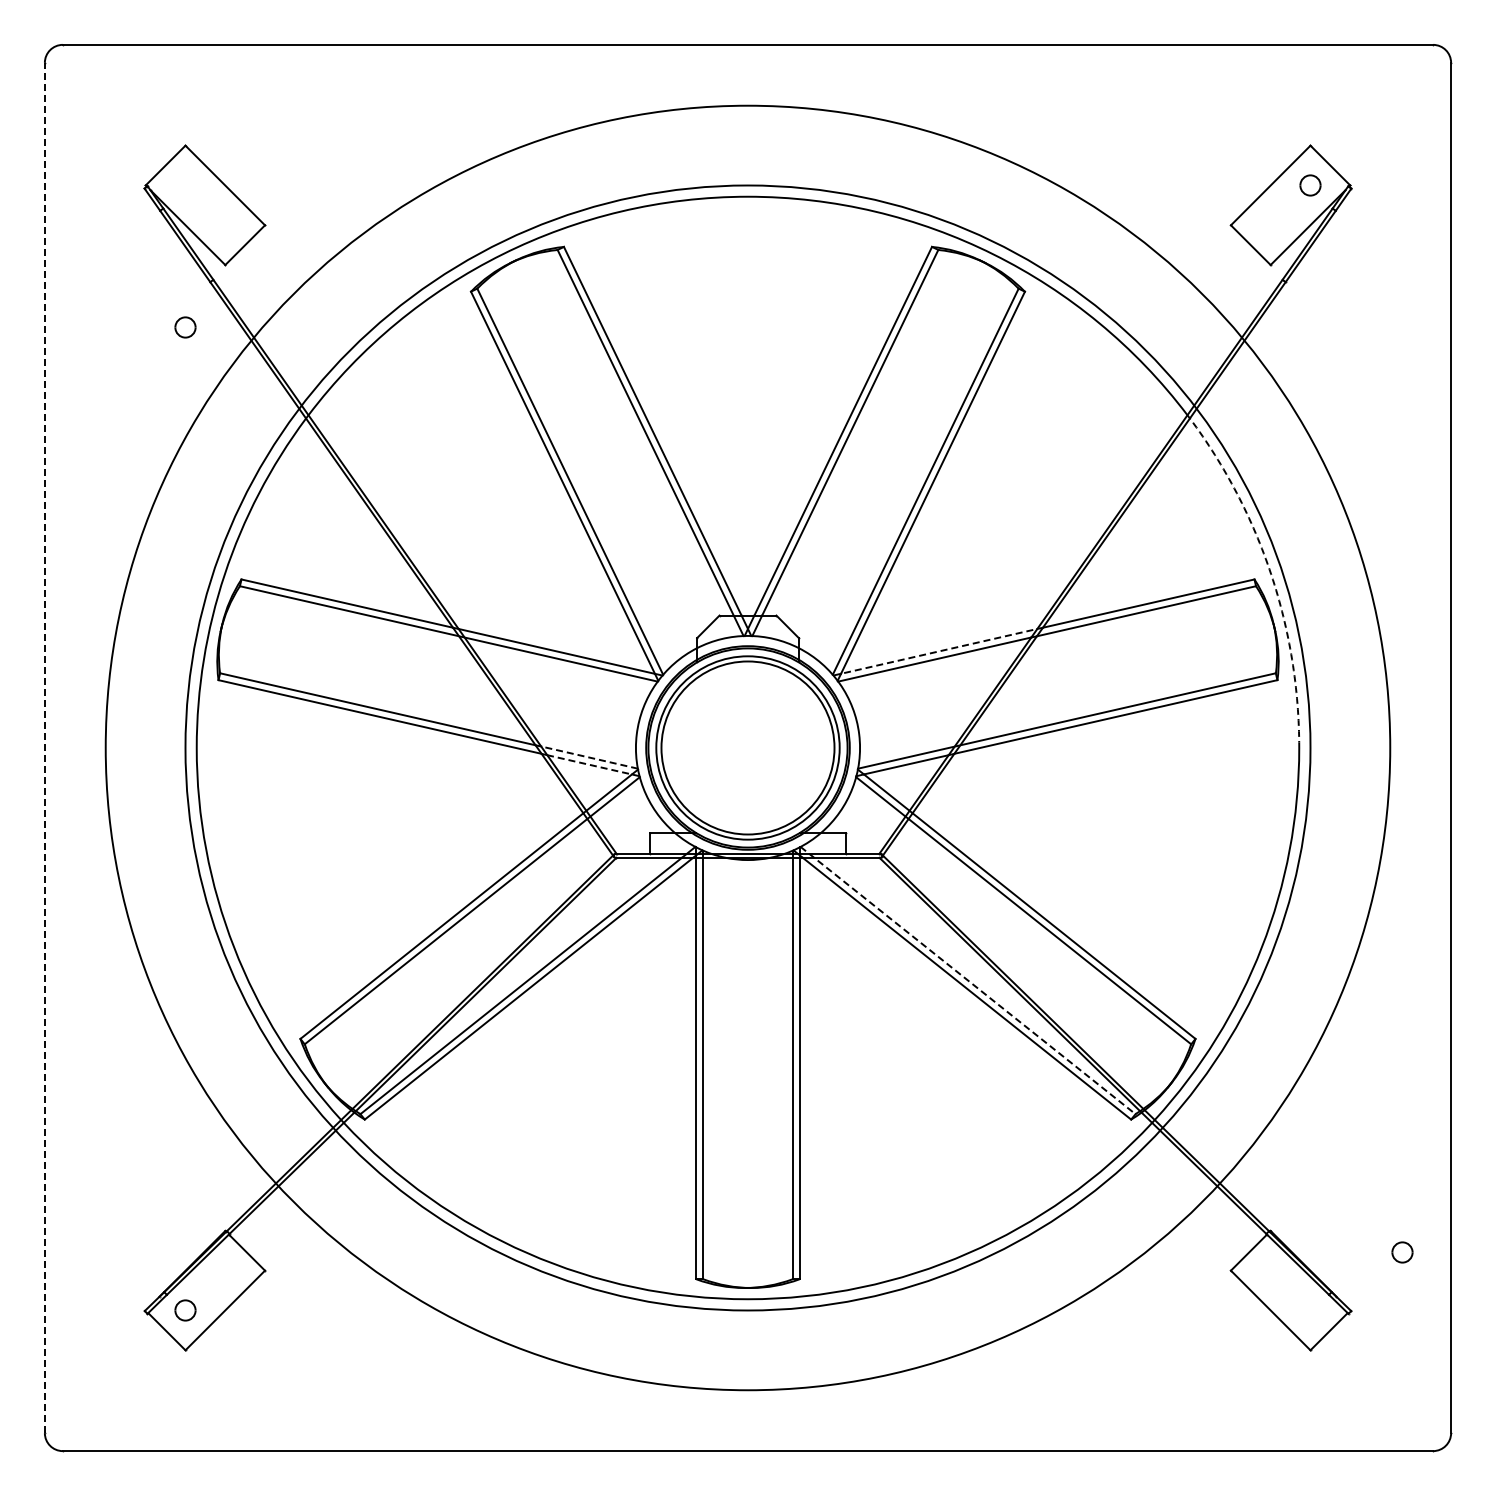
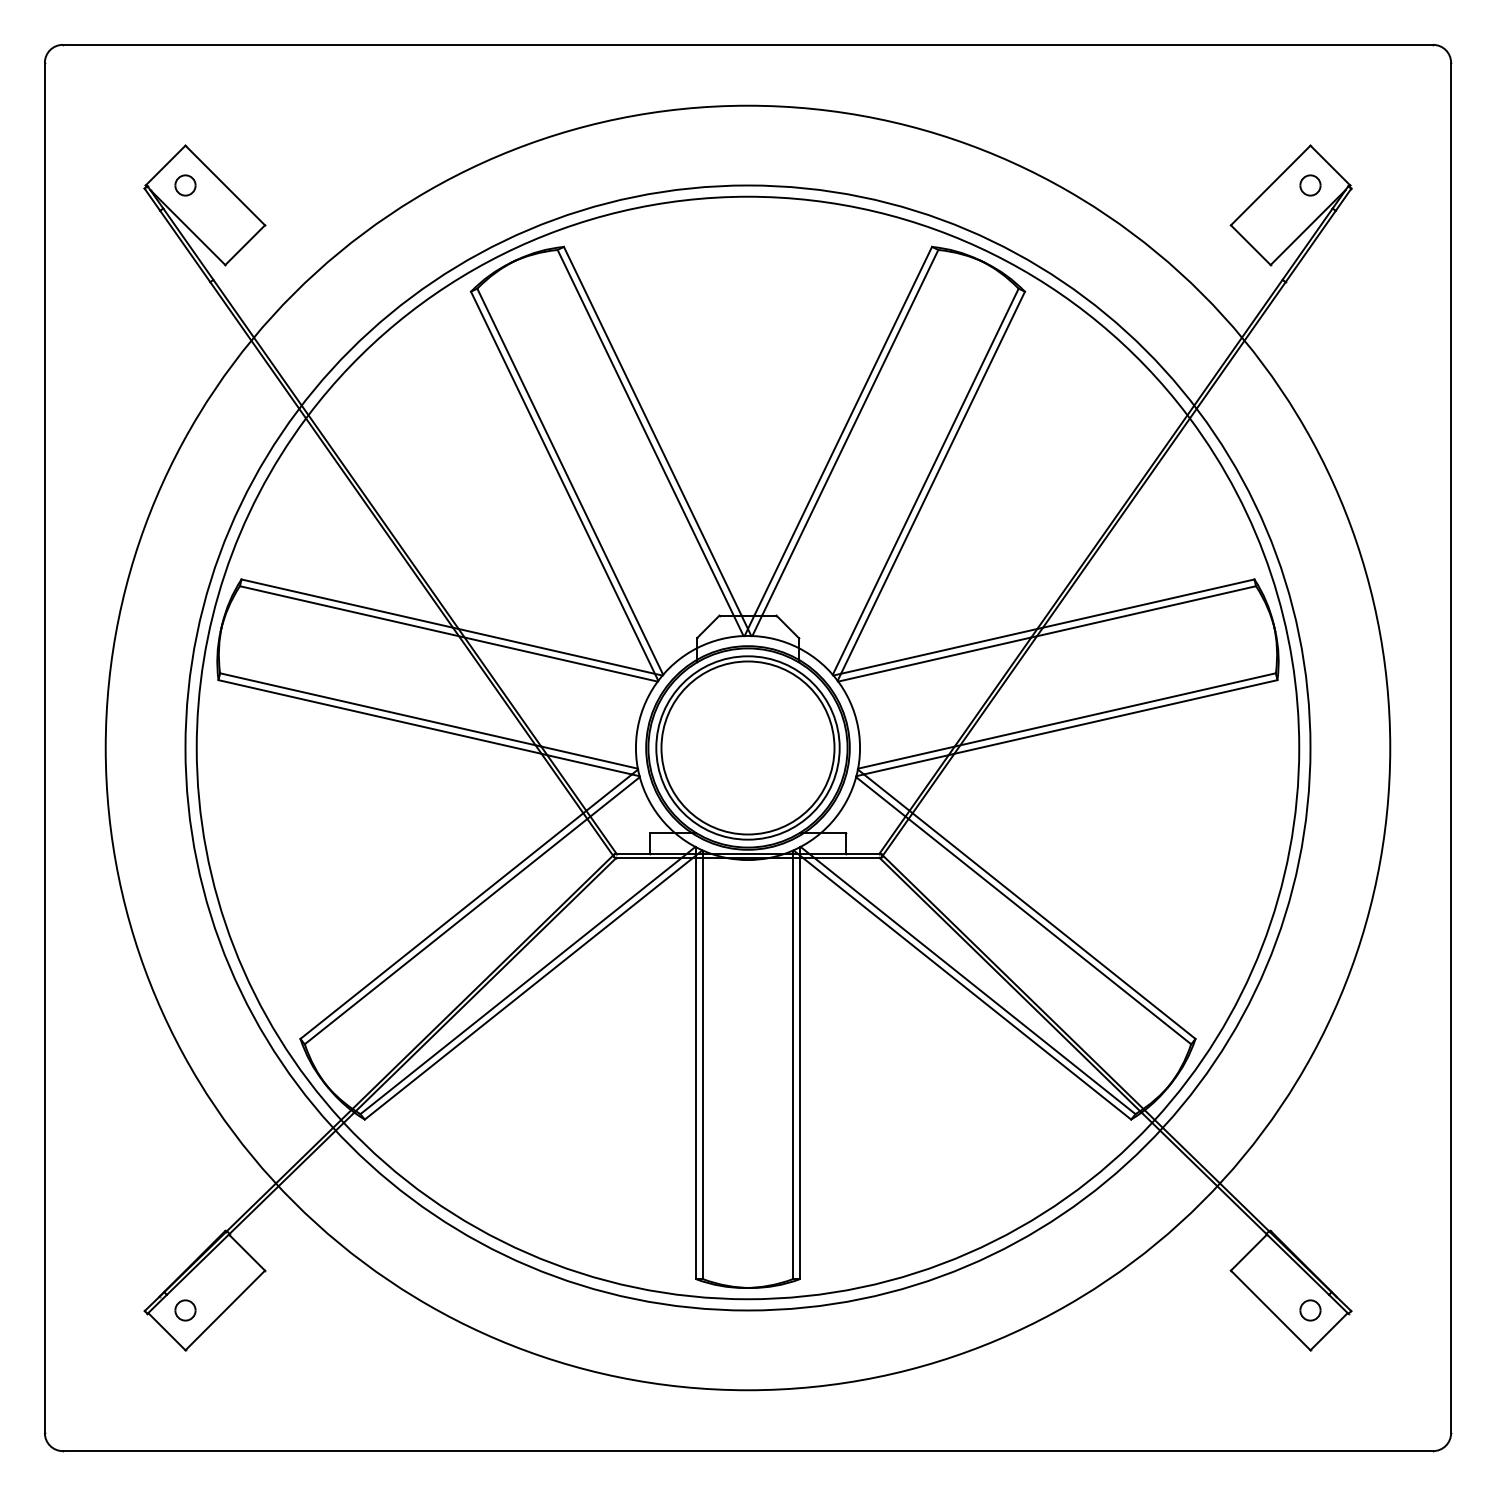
part at (185, 327) position: (185, 327) -> (185, 185)
arc at (1271, 574): dashed -> solid
line at (935, 652): dashed -> solid
line at (44, 747): dashed -> solid
line at (589, 757): dashed -> solid
line at (592, 765): dashed -> solid
line at (968, 980): dashed -> solid
part at (1402, 1252) position: (1402, 1252) -> (1310, 1310)
